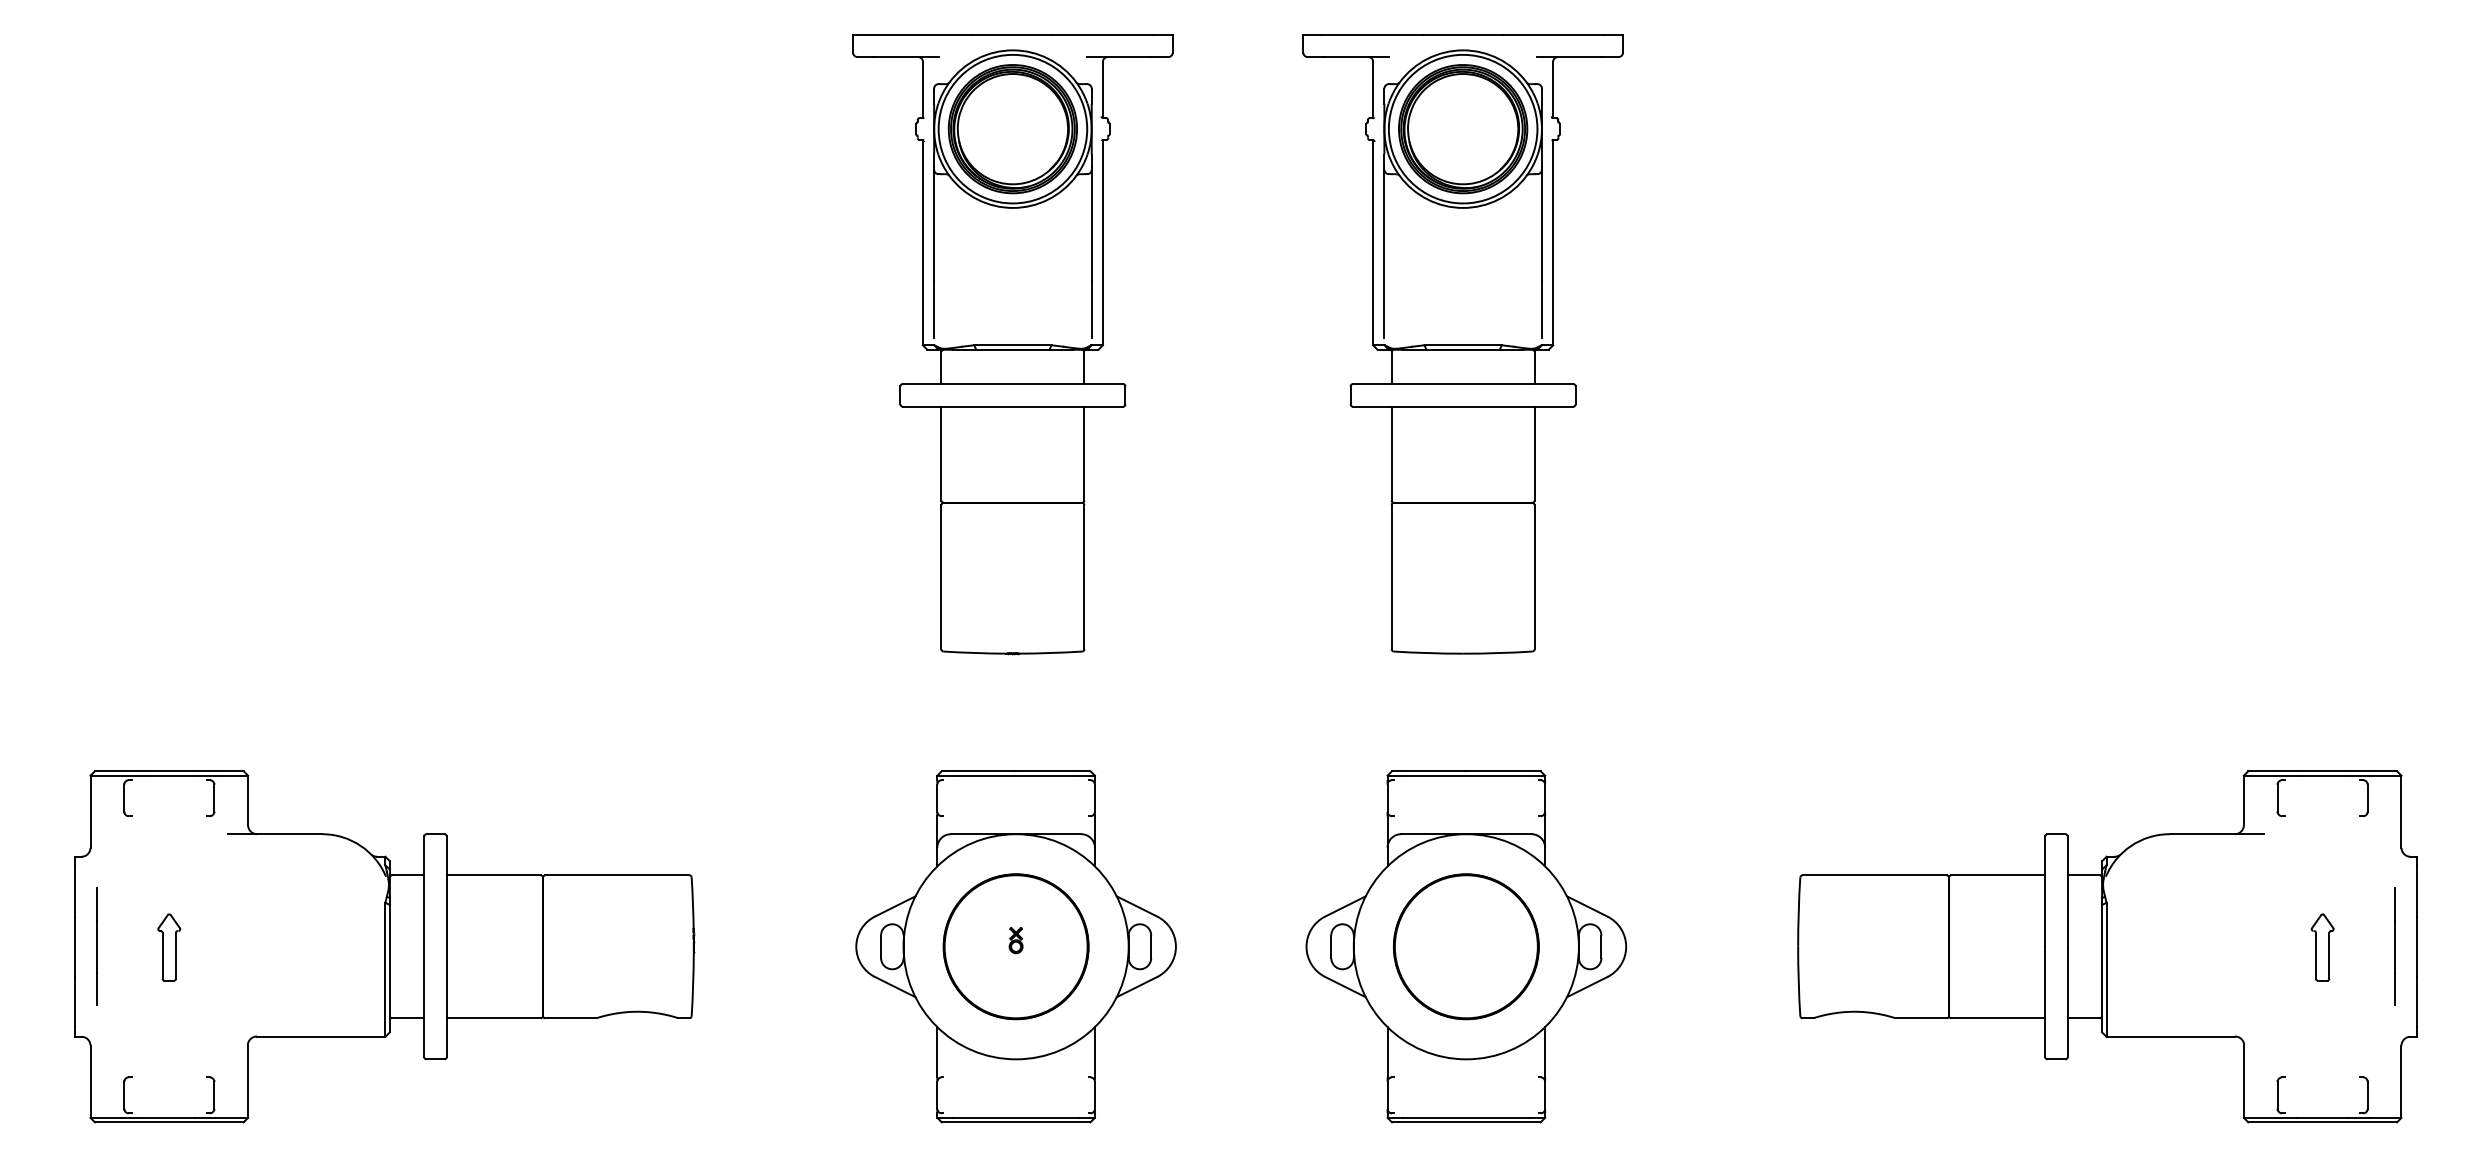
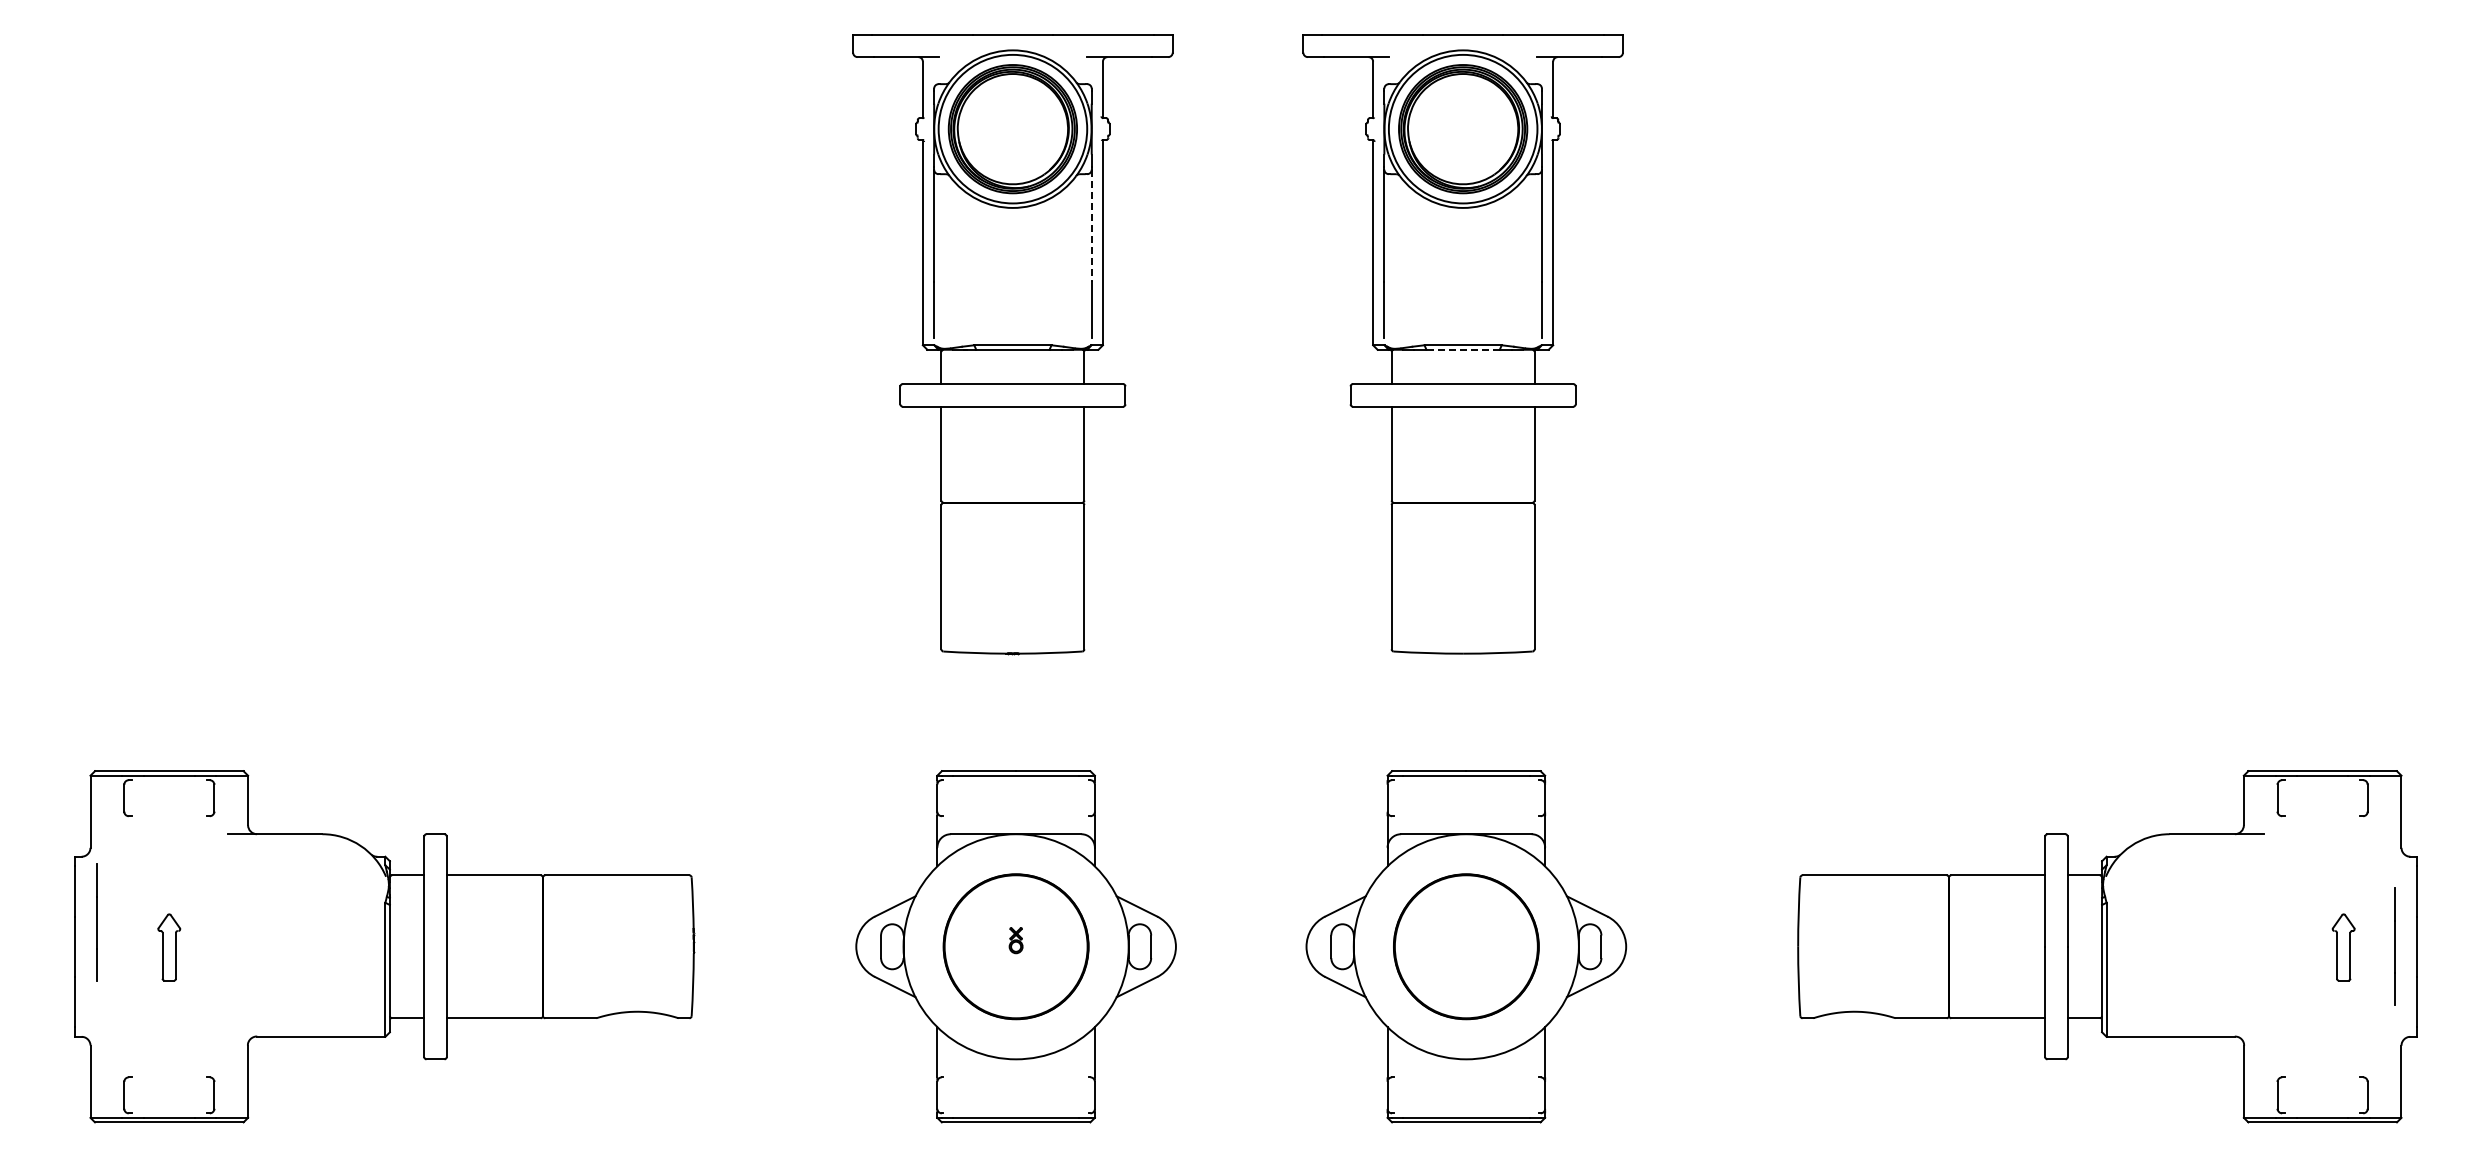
line at (1091, 226): solid -> dashed
line at (1463, 349): solid -> dashed
line at (96, 946) position: (96, 946) -> (96, 922)
part at (2322, 947) position: (2322, 947) -> (2343, 947)
